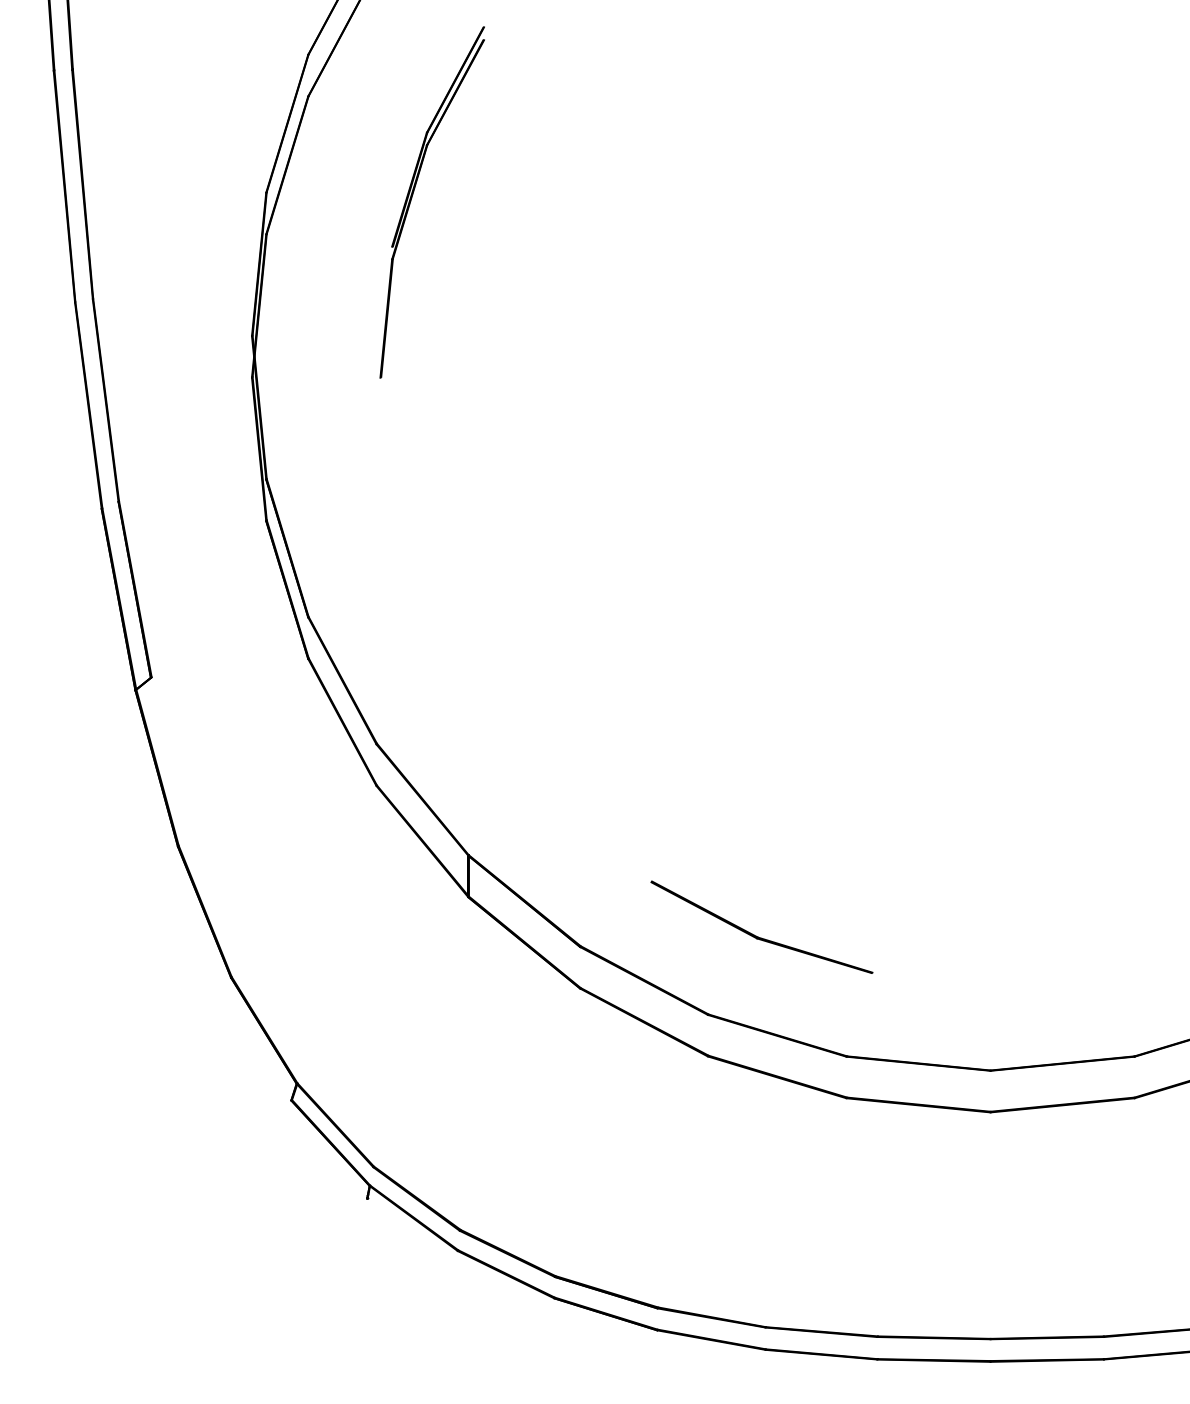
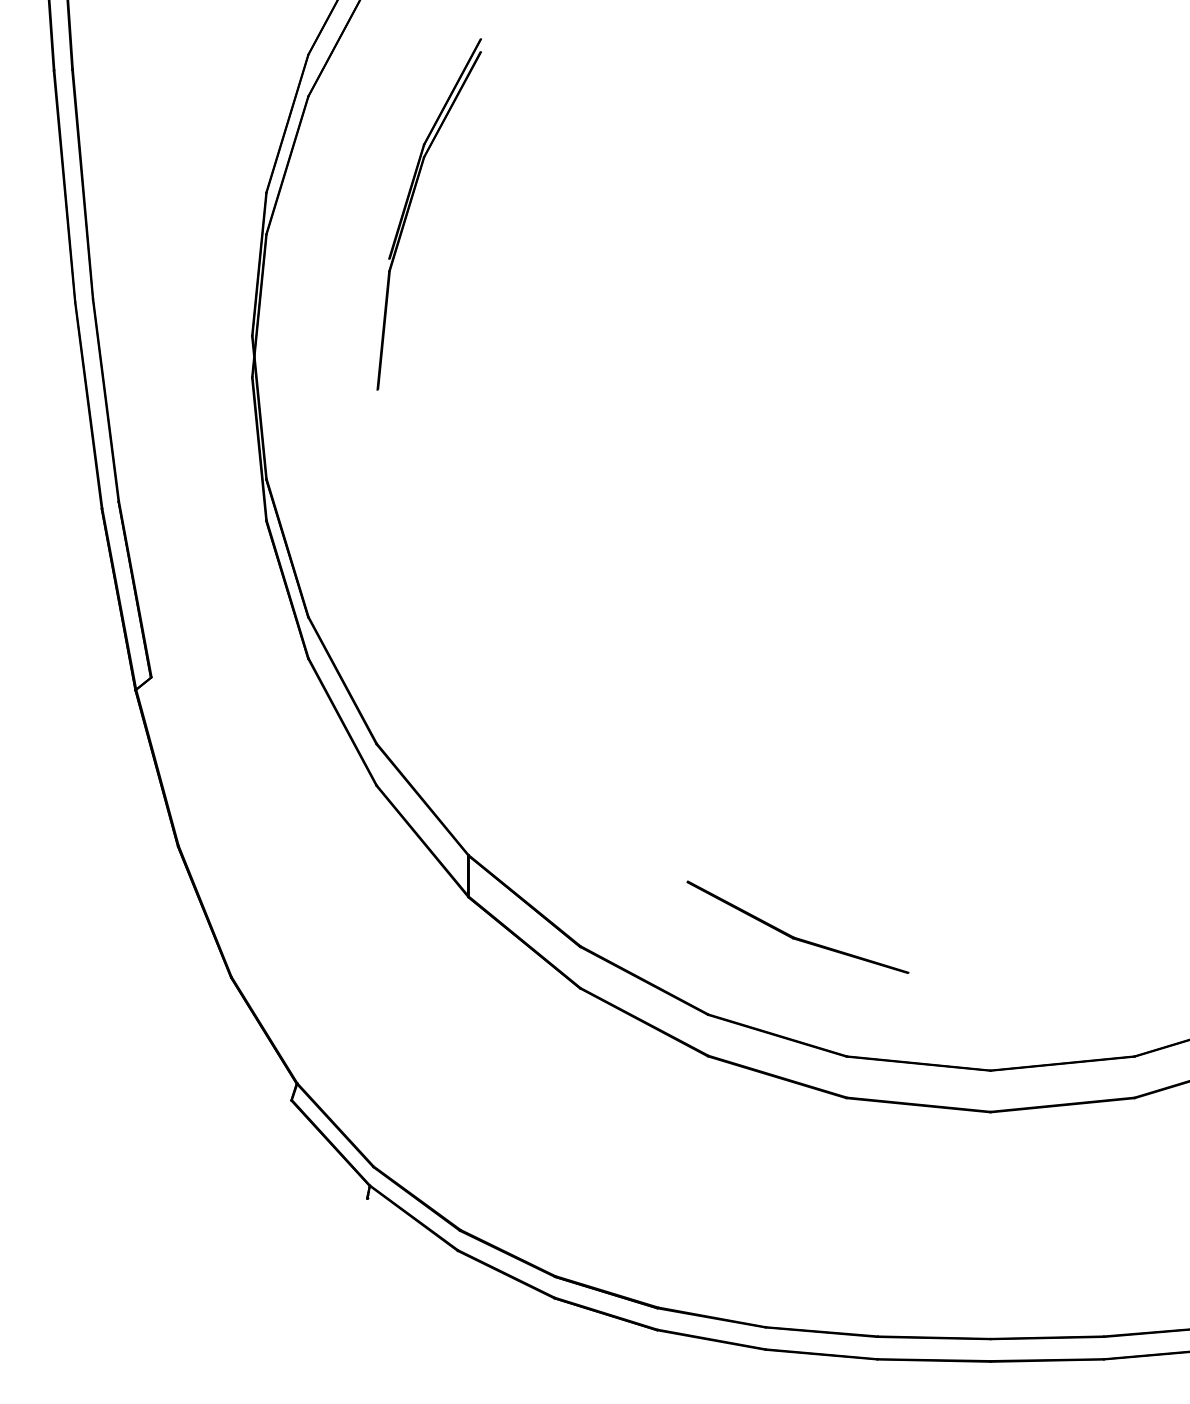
part at (412, 198) position: (412, 198) -> (409, 210)
part at (756, 935) position: (756, 935) -> (792, 935)
